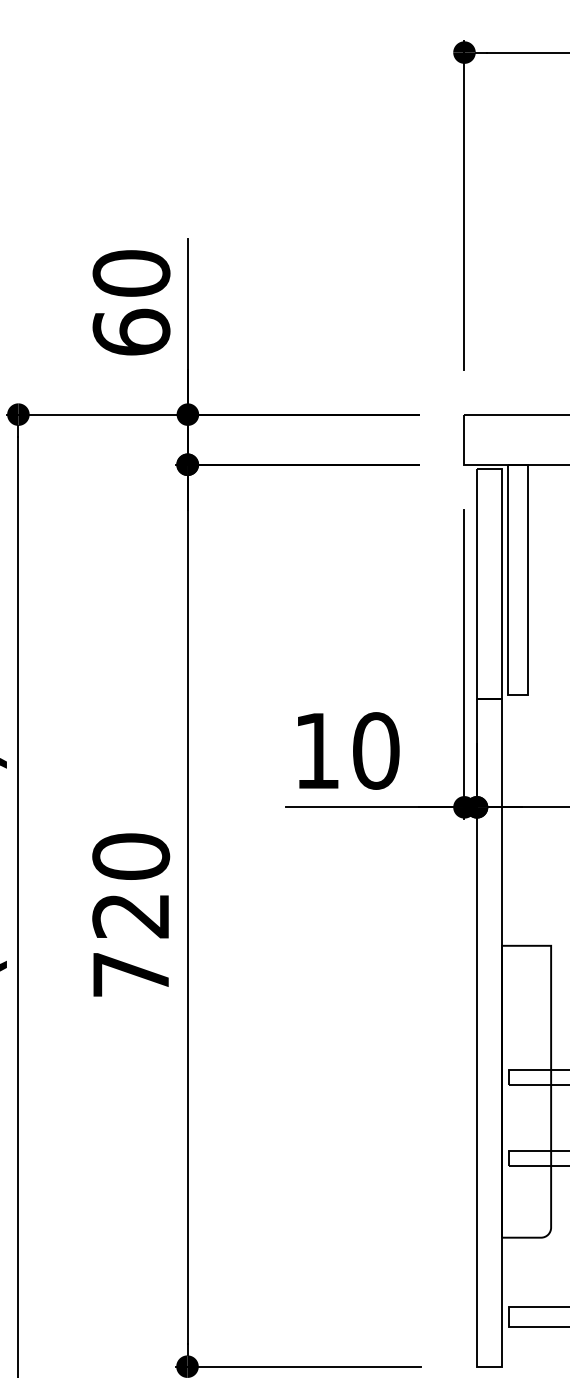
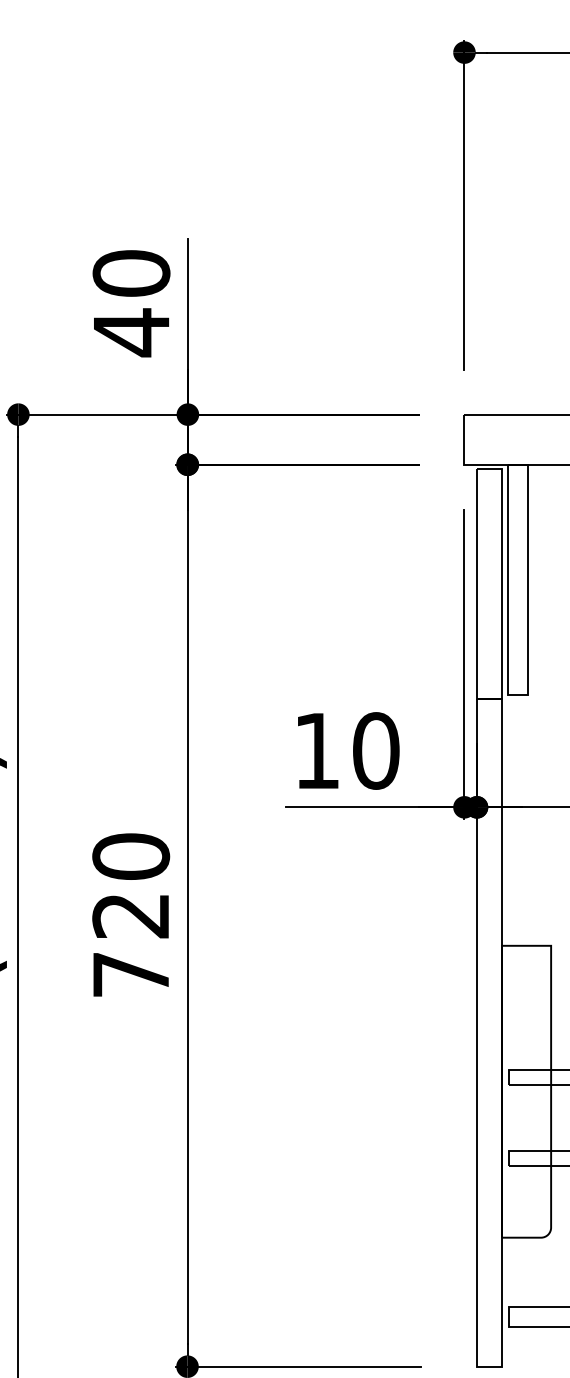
text at (131, 332): 60 -> 40
